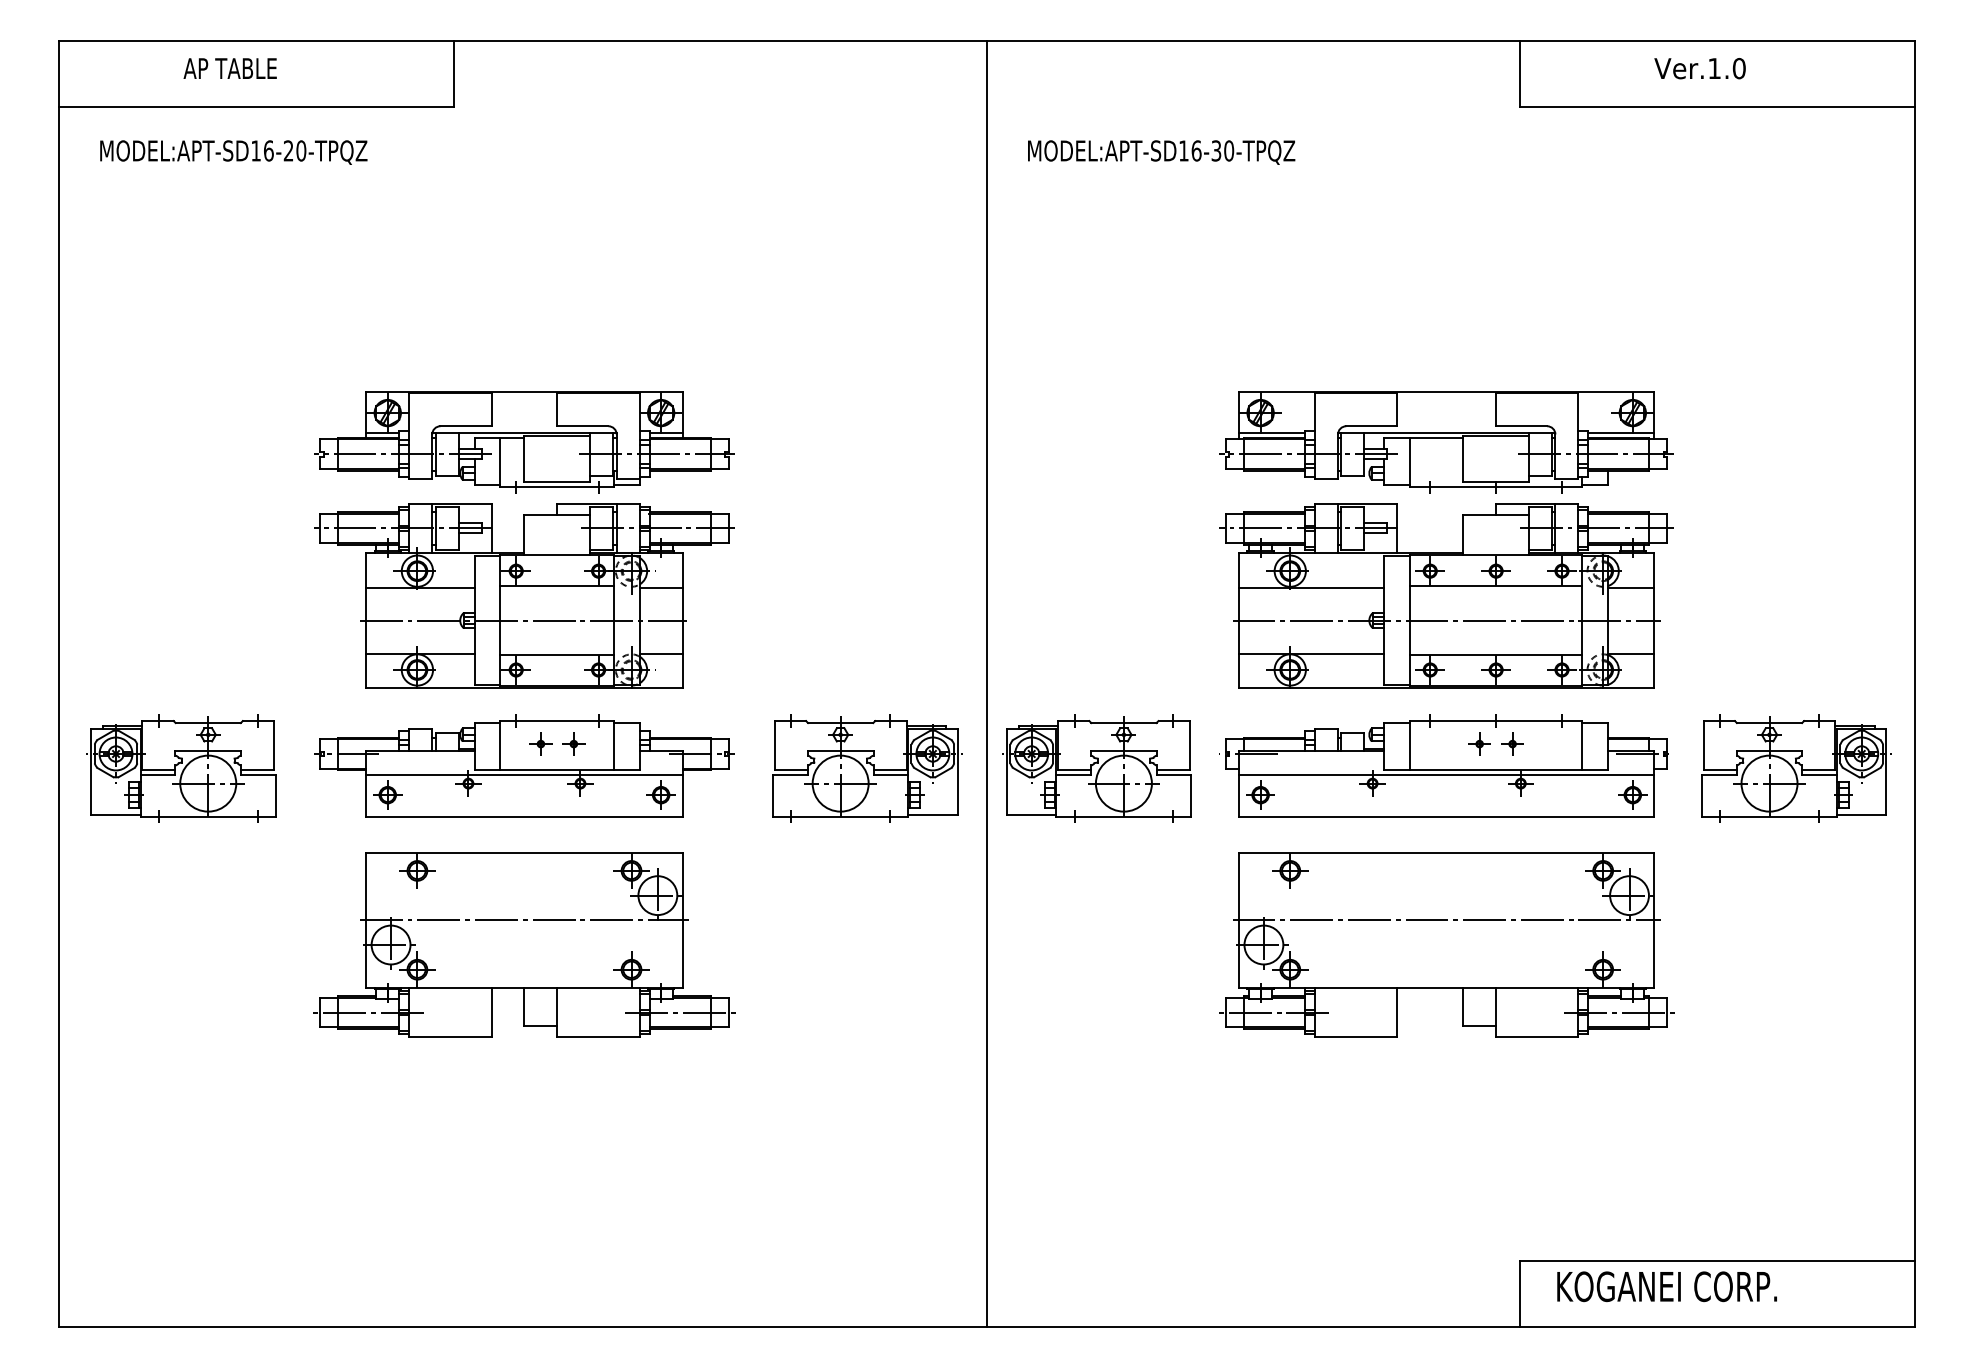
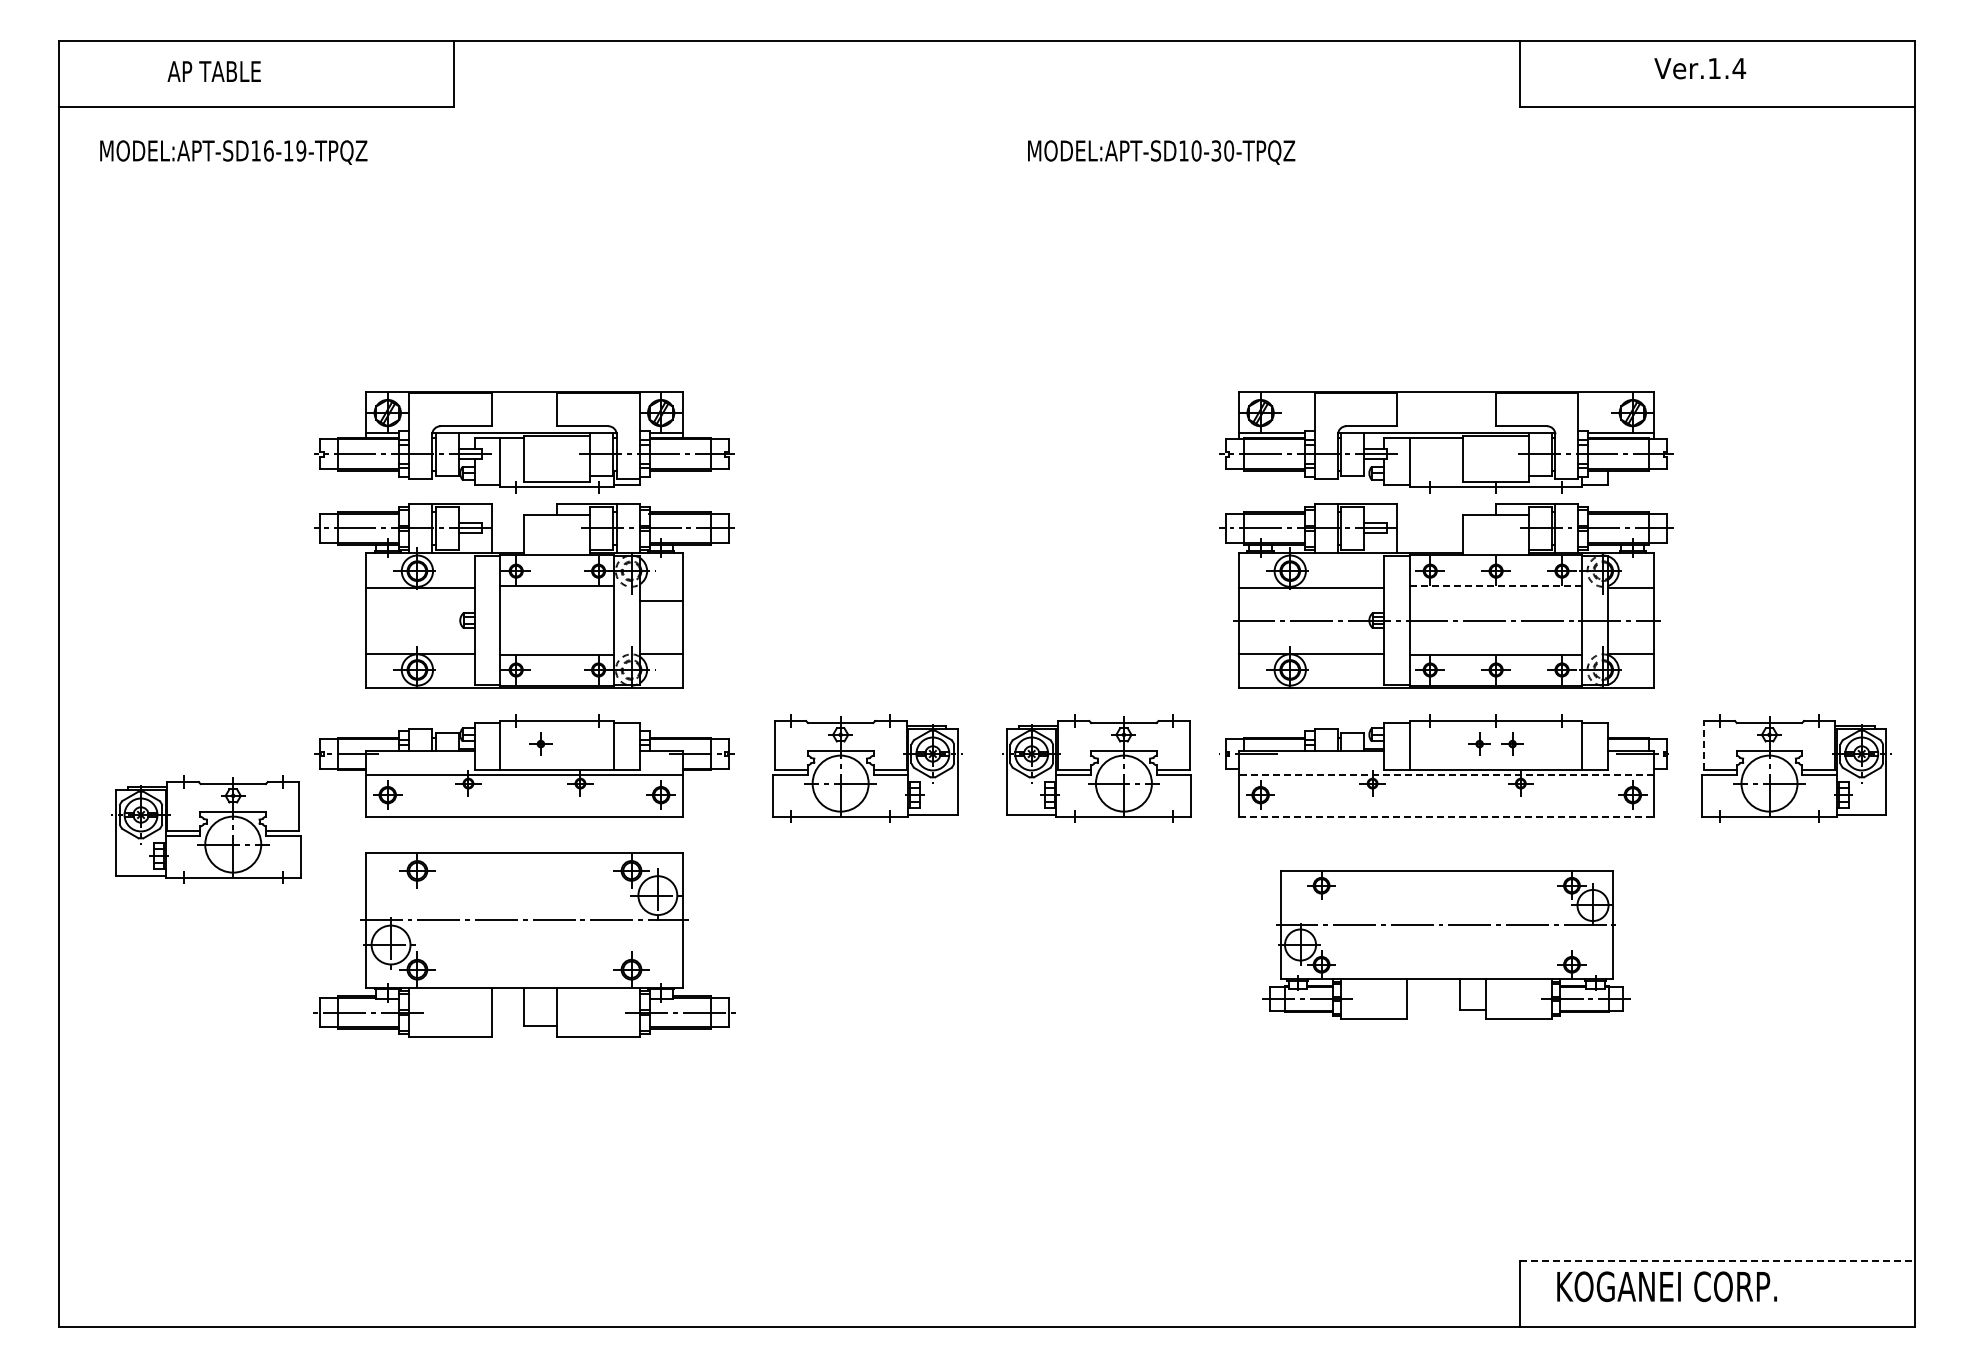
text at (229, 68) position: (229, 68) -> (213, 71)
text at (1739, 68): Ver.1.0 -> Ver.1.4
text at (294, 150): MODEL:APT-SD16-20-TPQZ -> MODEL:APT-SD16-19-TPQZ
text at (1196, 150): MODEL:APT-SD16-30-TPQZ -> MODEL:APT-SD10-30-TPQZ
line at (1496, 586): solid -> dashed
line at (660, 587) position: (660, 587) -> (660, 600)
line at (522, 620): present -> none
line at (986, 683): present -> none
part at (573, 743): present -> none
line at (1703, 745): solid -> dashed
part at (181, 768) position: (181, 768) -> (206, 829)
line at (1446, 775): solid -> dashed
line at (1446, 816): solid -> dashed
part at (1446, 944) size: 456x186 px -> 369x150 px
line at (1717, 1261): solid -> dashed
